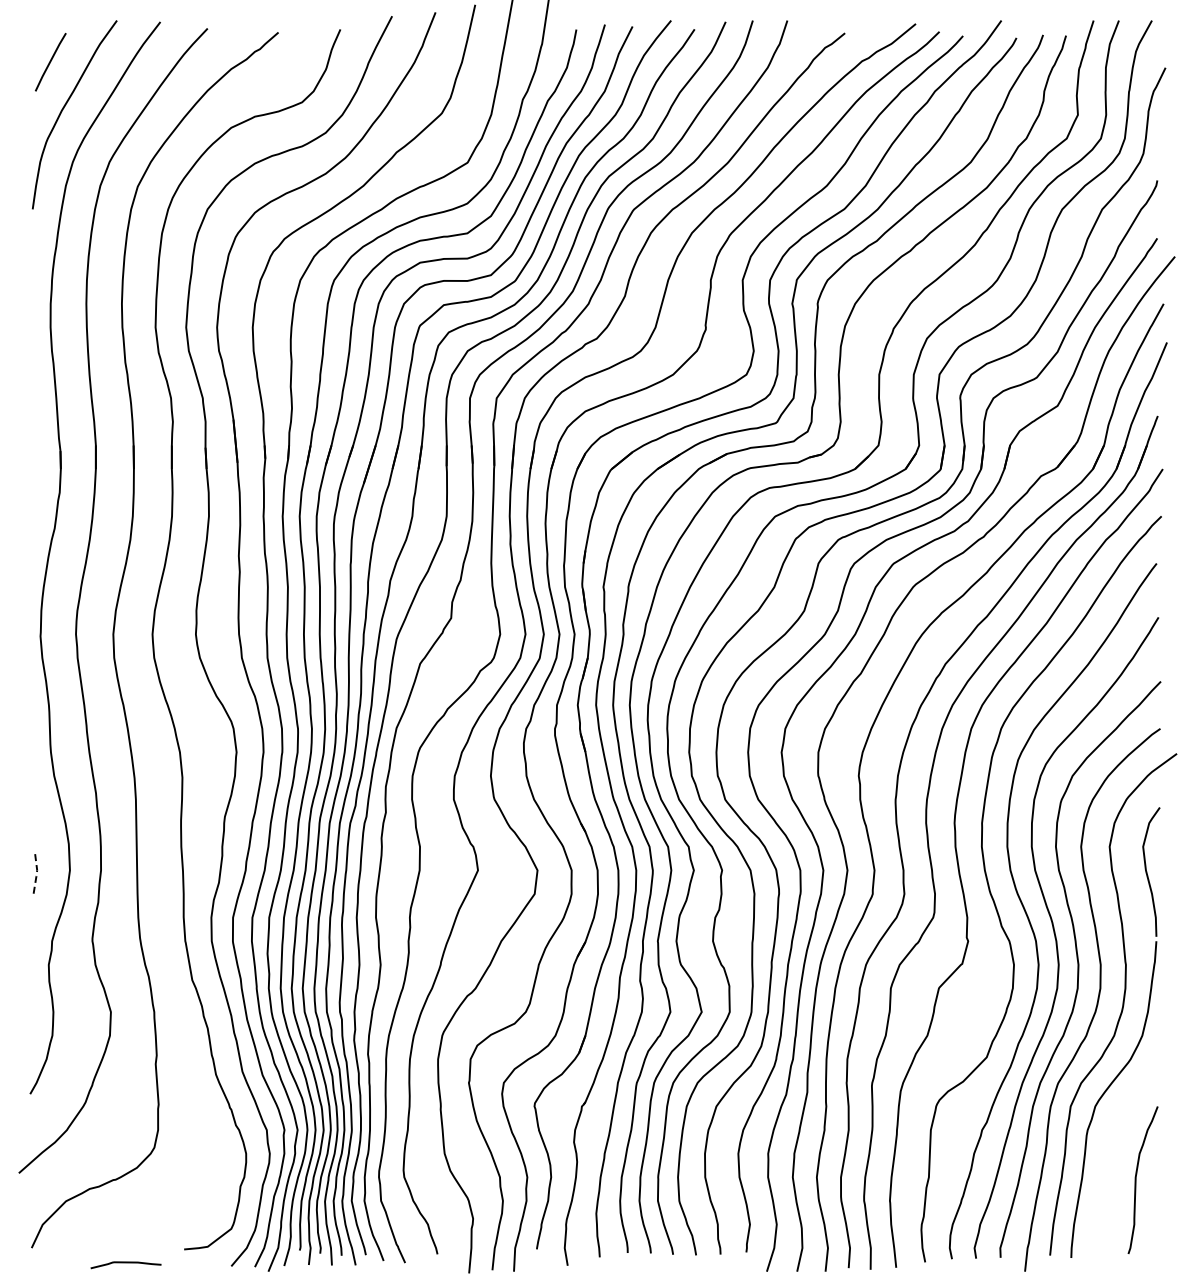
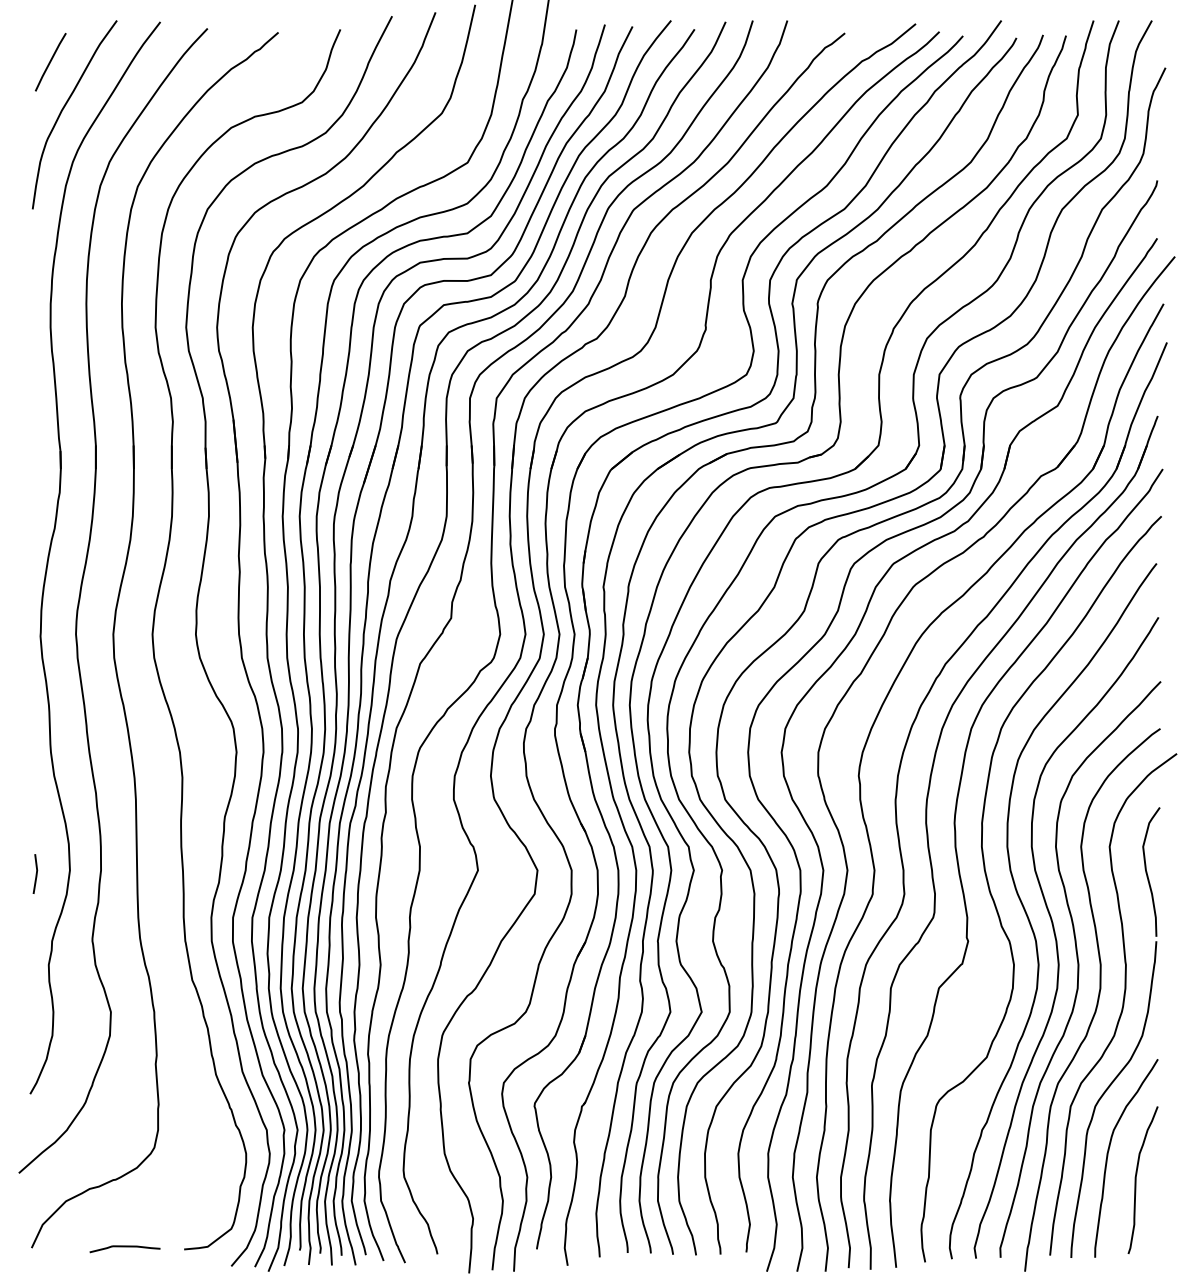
line at (36, 873): dashed -> solid
curve at (1108, 1156): none -> present
curve at (125, 1263) position: (125, 1263) -> (124, 1247)
